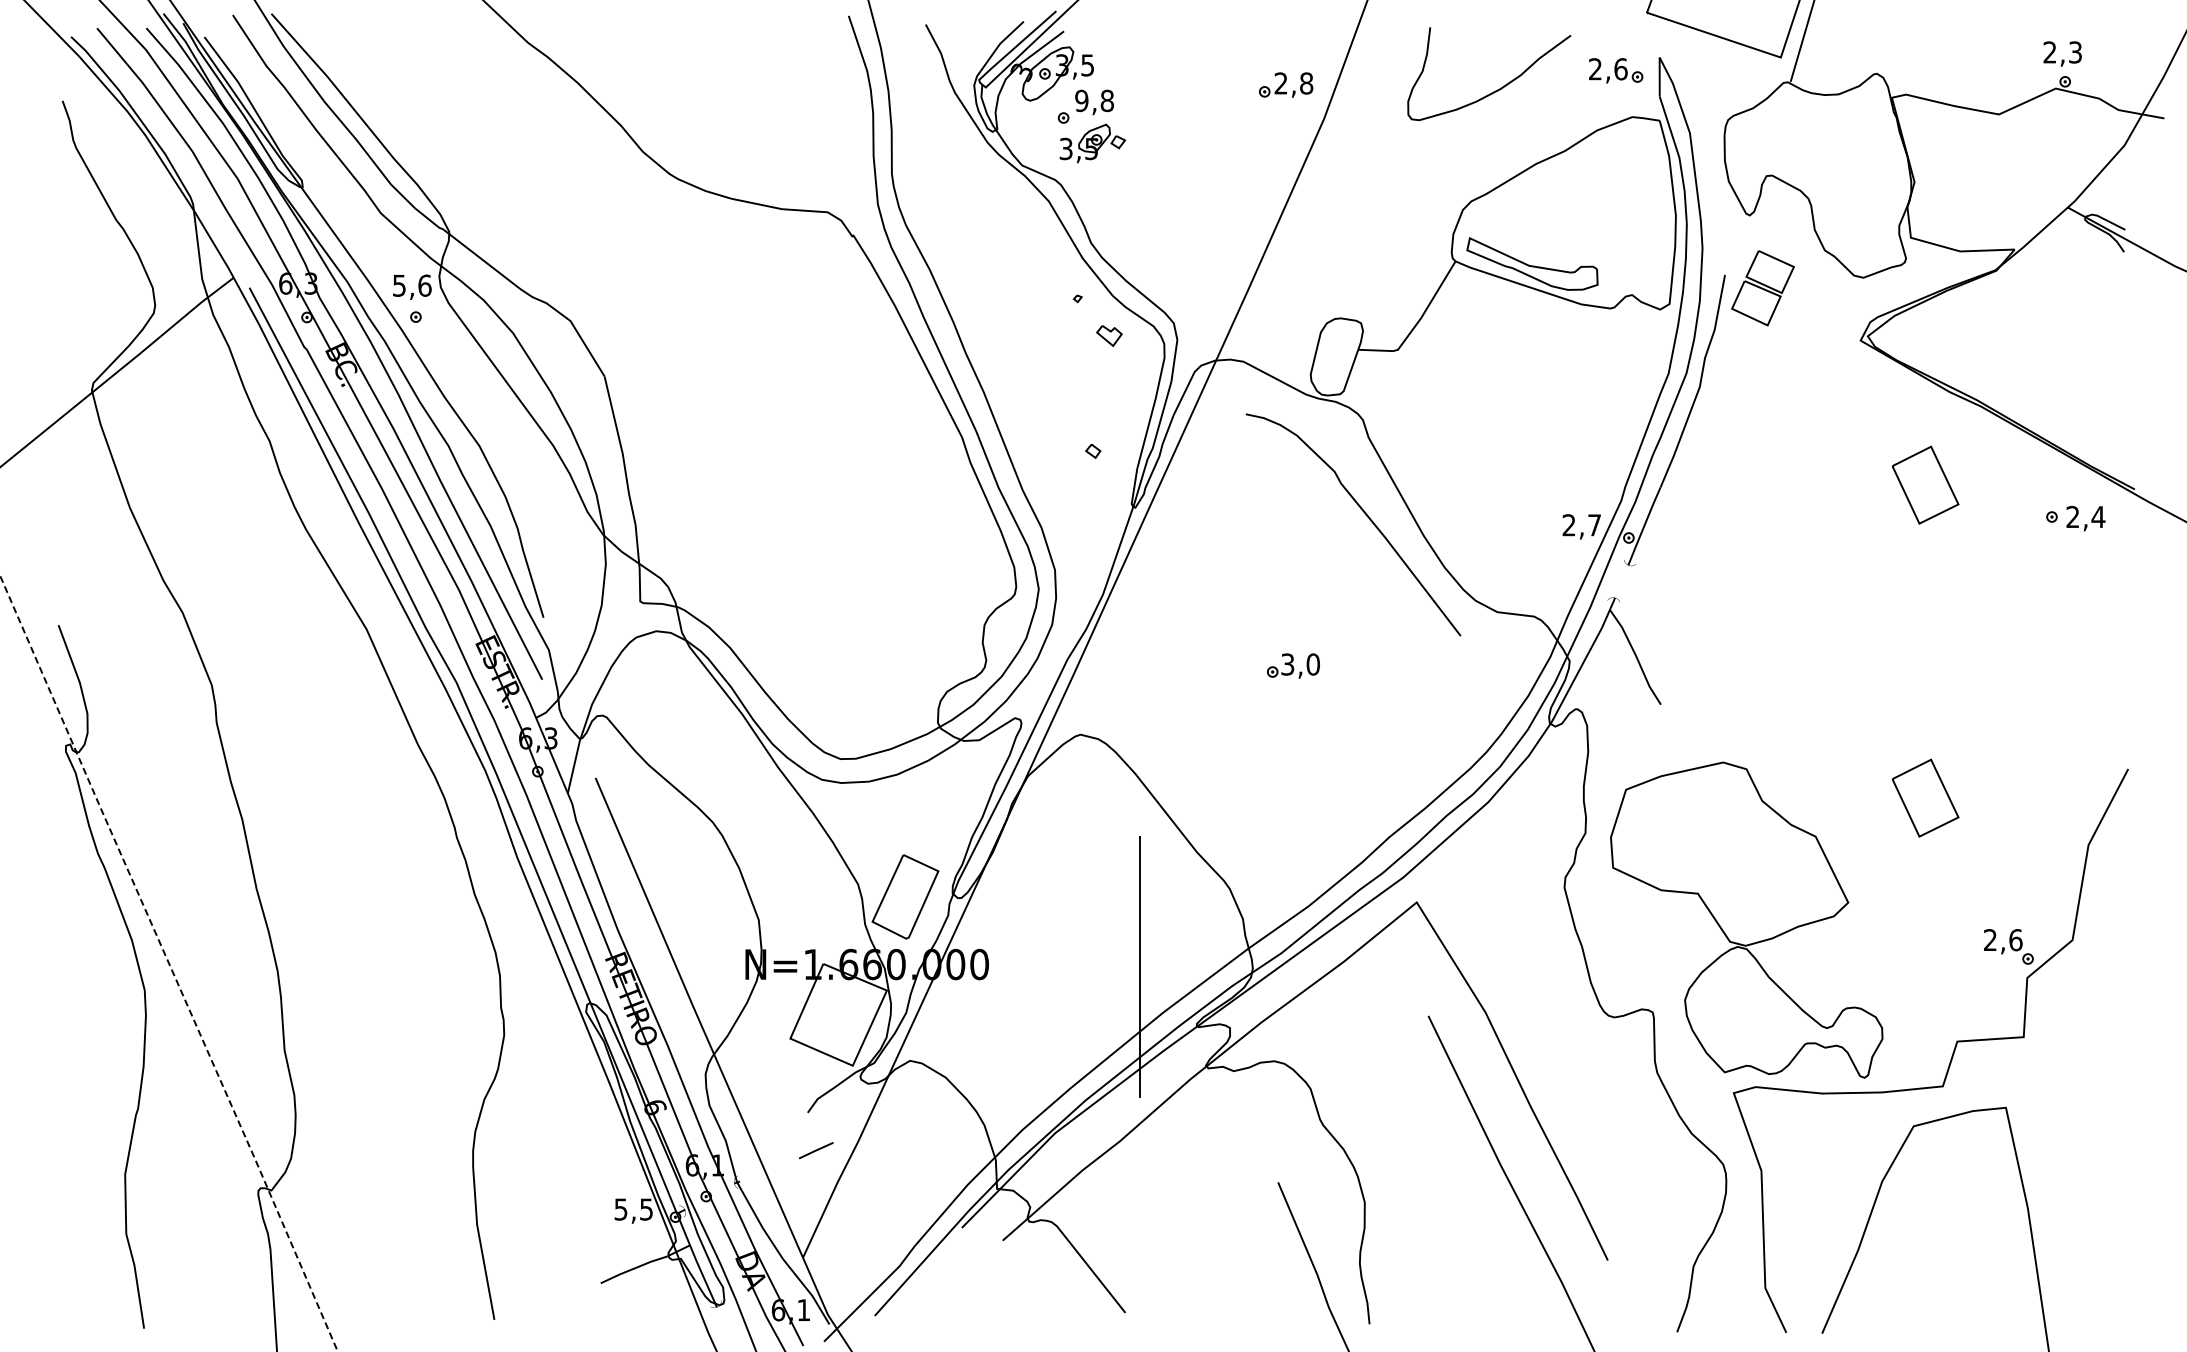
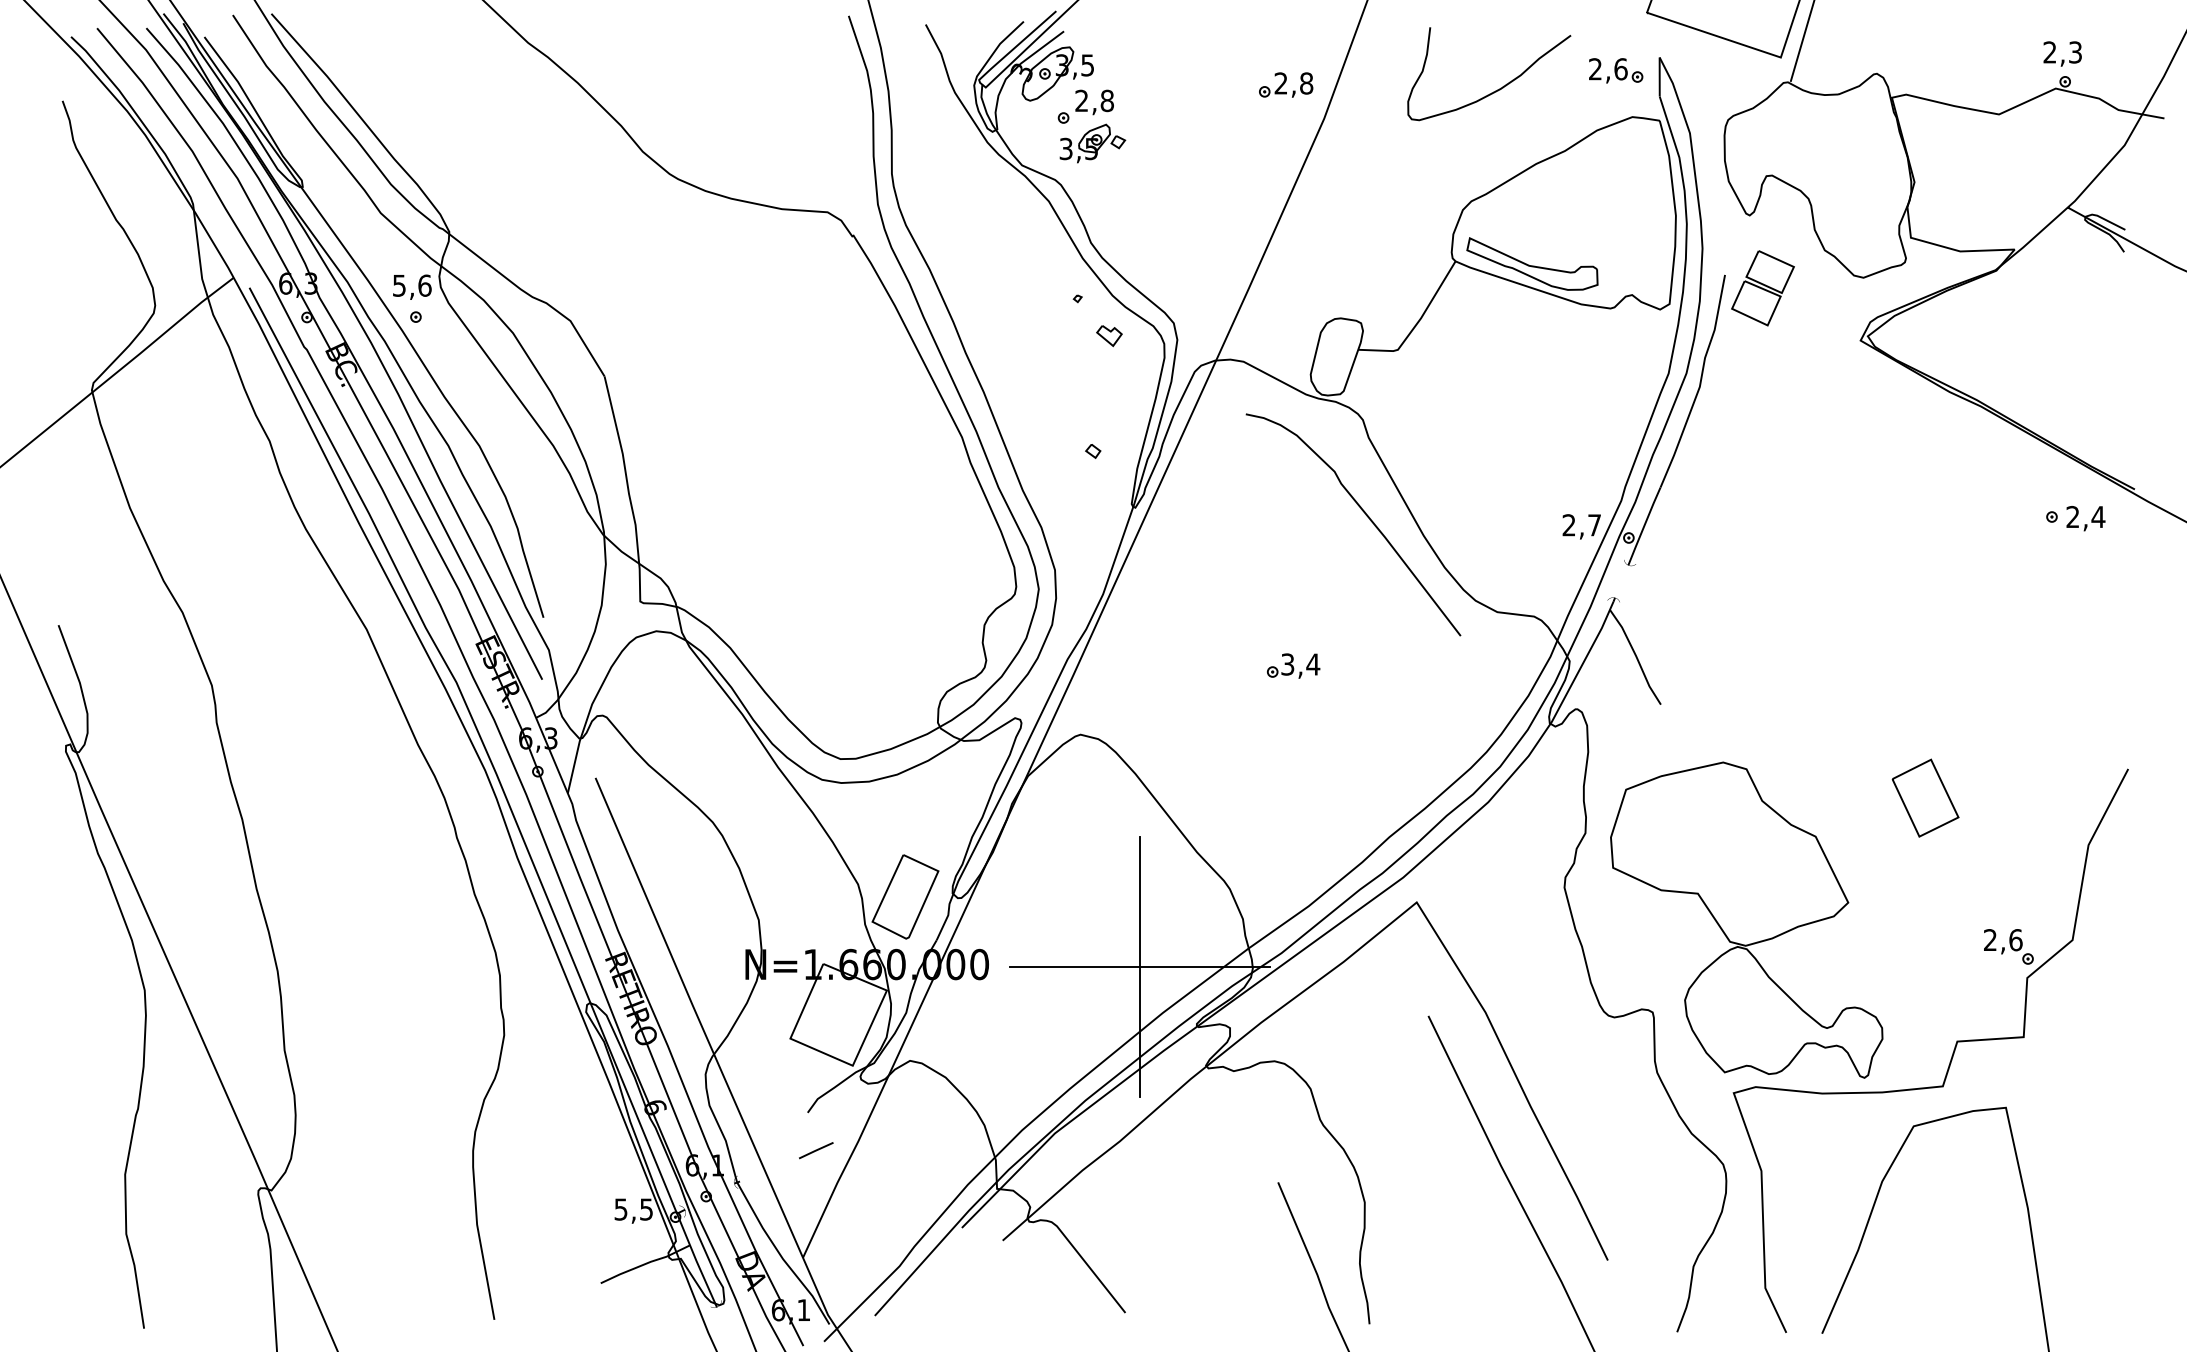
text at (1081, 100): 9,8 -> 2,8
part at (1925, 484): present -> none
text at (1313, 664): 3,0 -> 3,4
line at (169, 963): dashed -> solid
line at (1139, 967): none -> present
